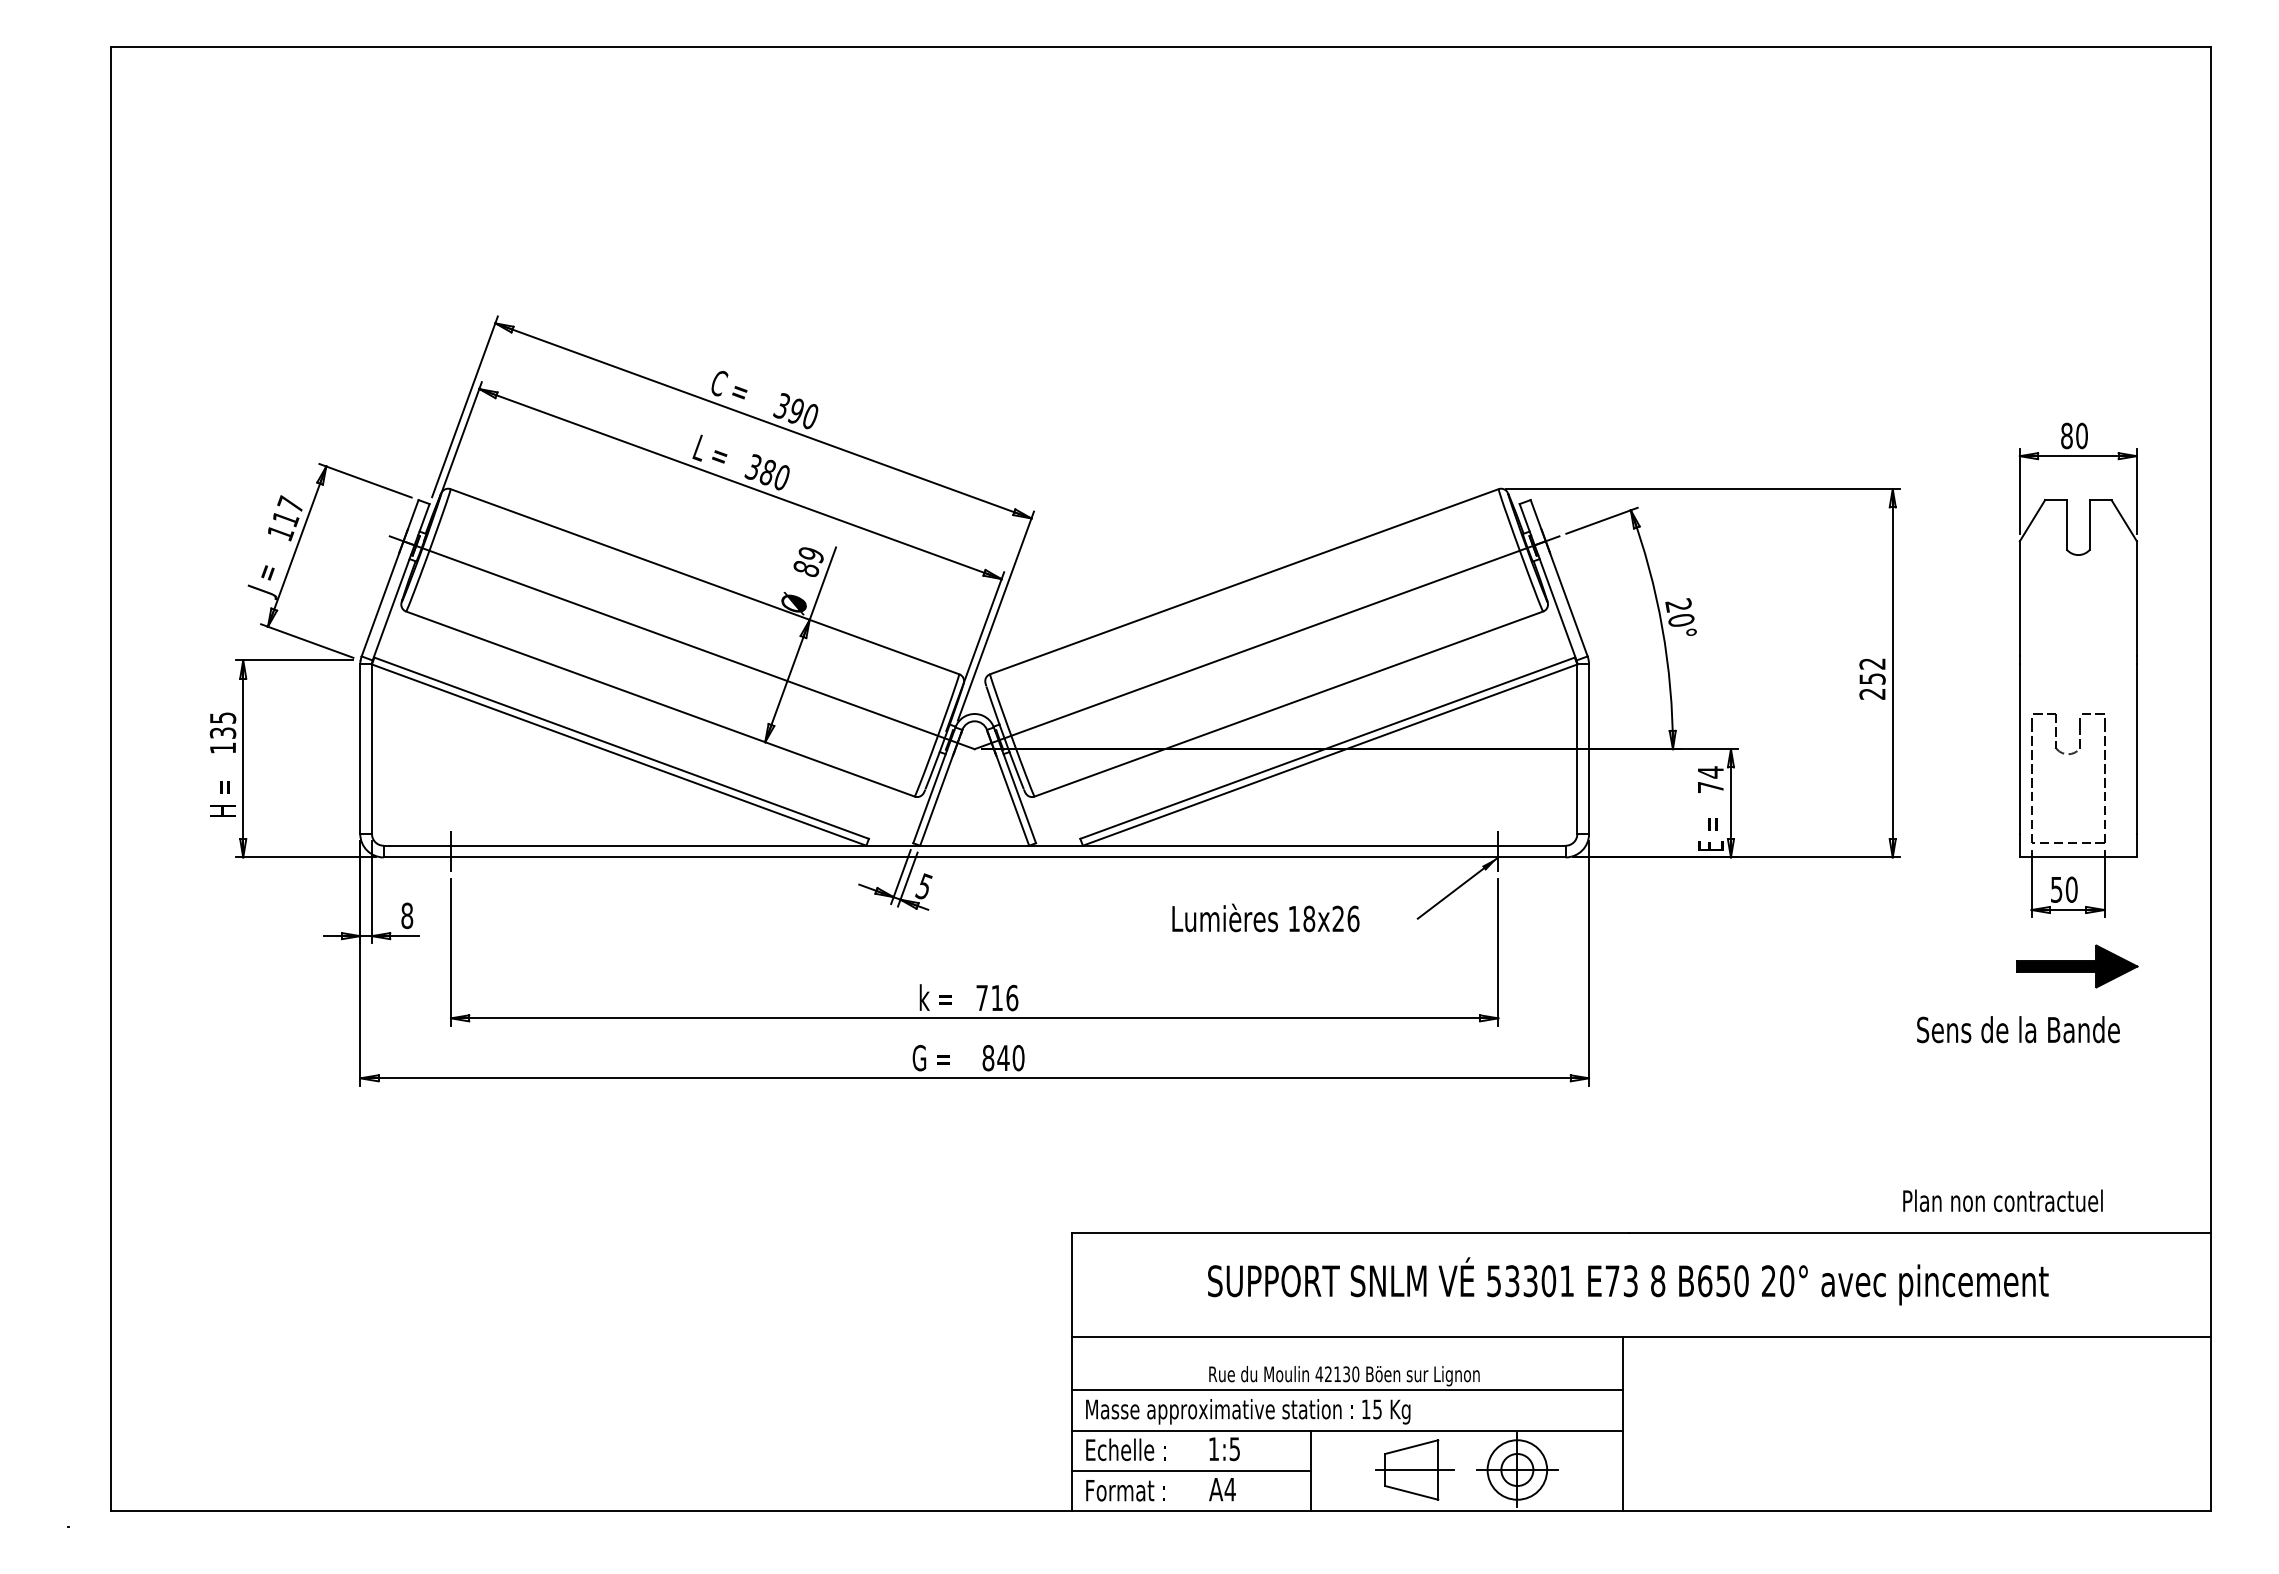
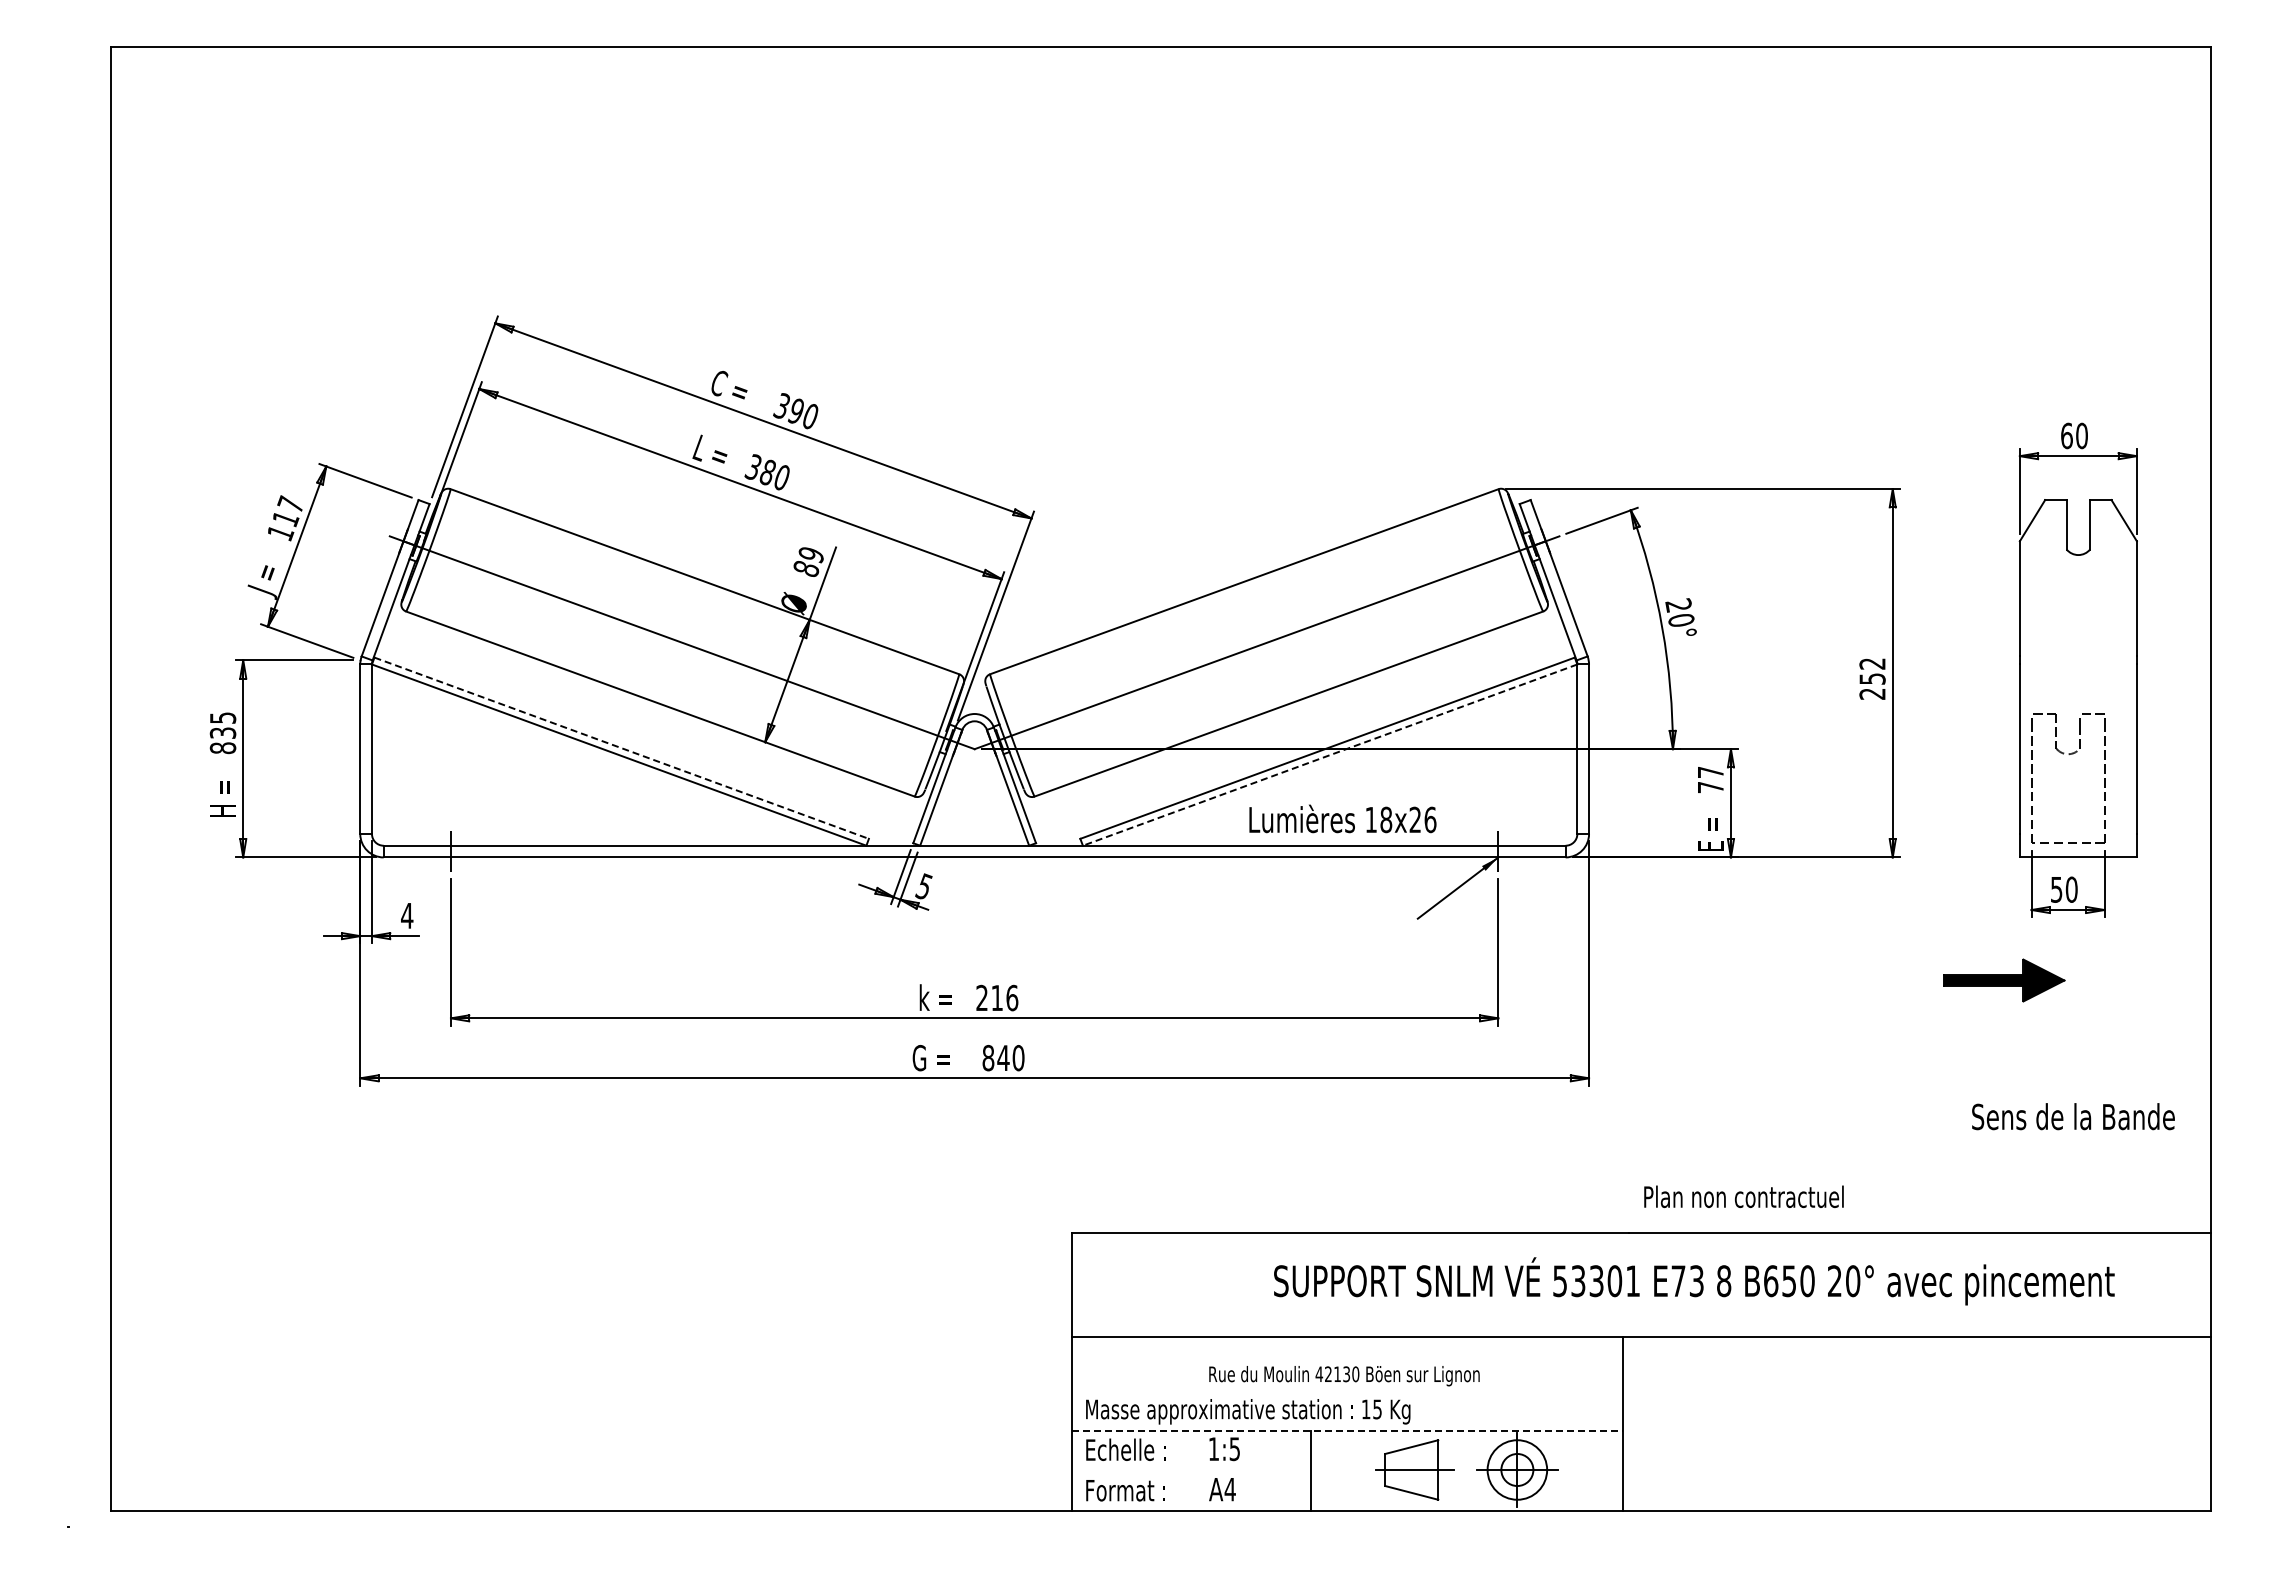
text at (2066, 435): 80 -> 60
text at (222, 748): 135 -> 835
line at (622, 748): solid -> dashed
line at (1329, 755): solid -> dashed
text at (1710, 772): 74 -> 77
text at (407, 915): 8 -> 4
text at (1265, 917) position: (1265, 917) -> (1342, 818)
part at (2077, 966) position: (2077, 966) -> (2004, 980)
text at (981, 997): 716 -> 216
text at (2018, 1029) position: (2018, 1029) -> (2073, 1116)
text at (2002, 1200) position: (2002, 1200) -> (1743, 1196)
text at (1628, 1281) position: (1628, 1281) -> (1694, 1281)
line at (1347, 1390): present -> none
line at (1348, 1430): solid -> dashed
line at (1191, 1470): present -> none
